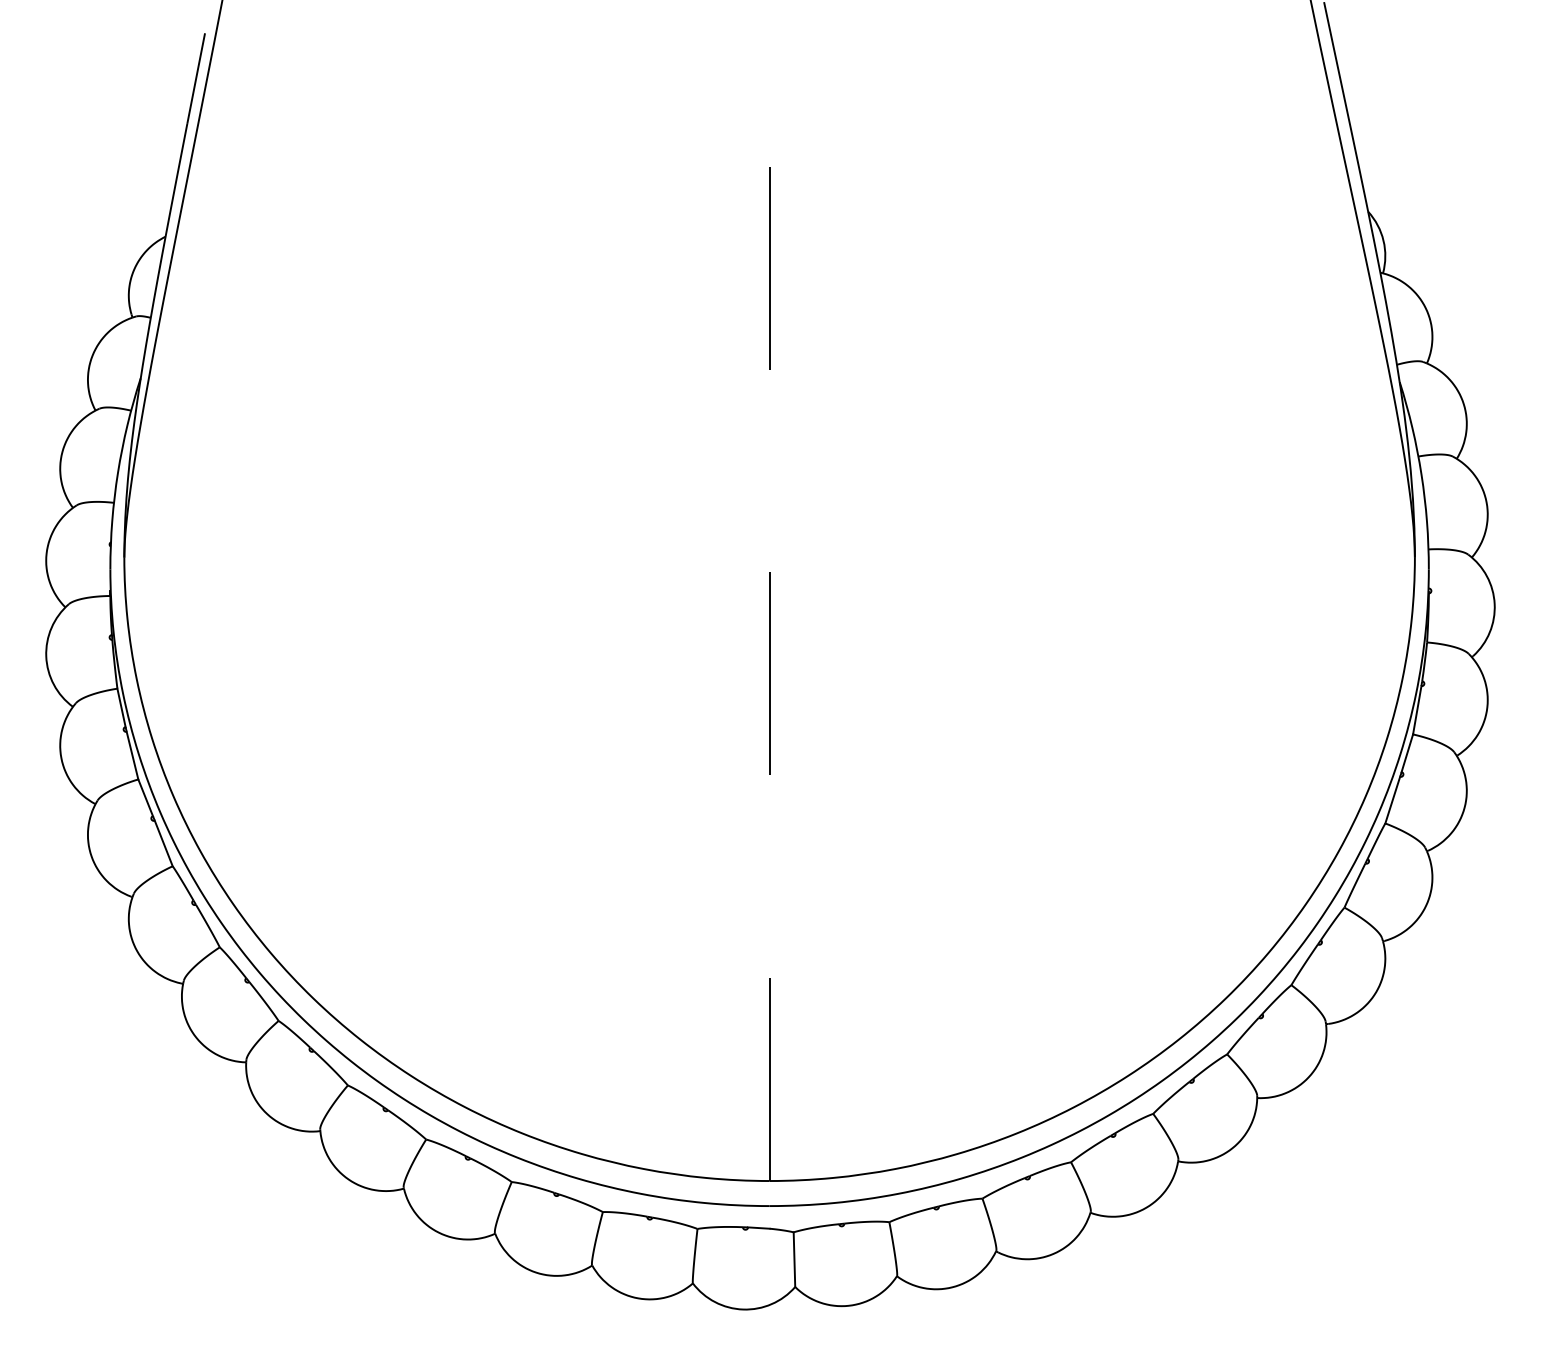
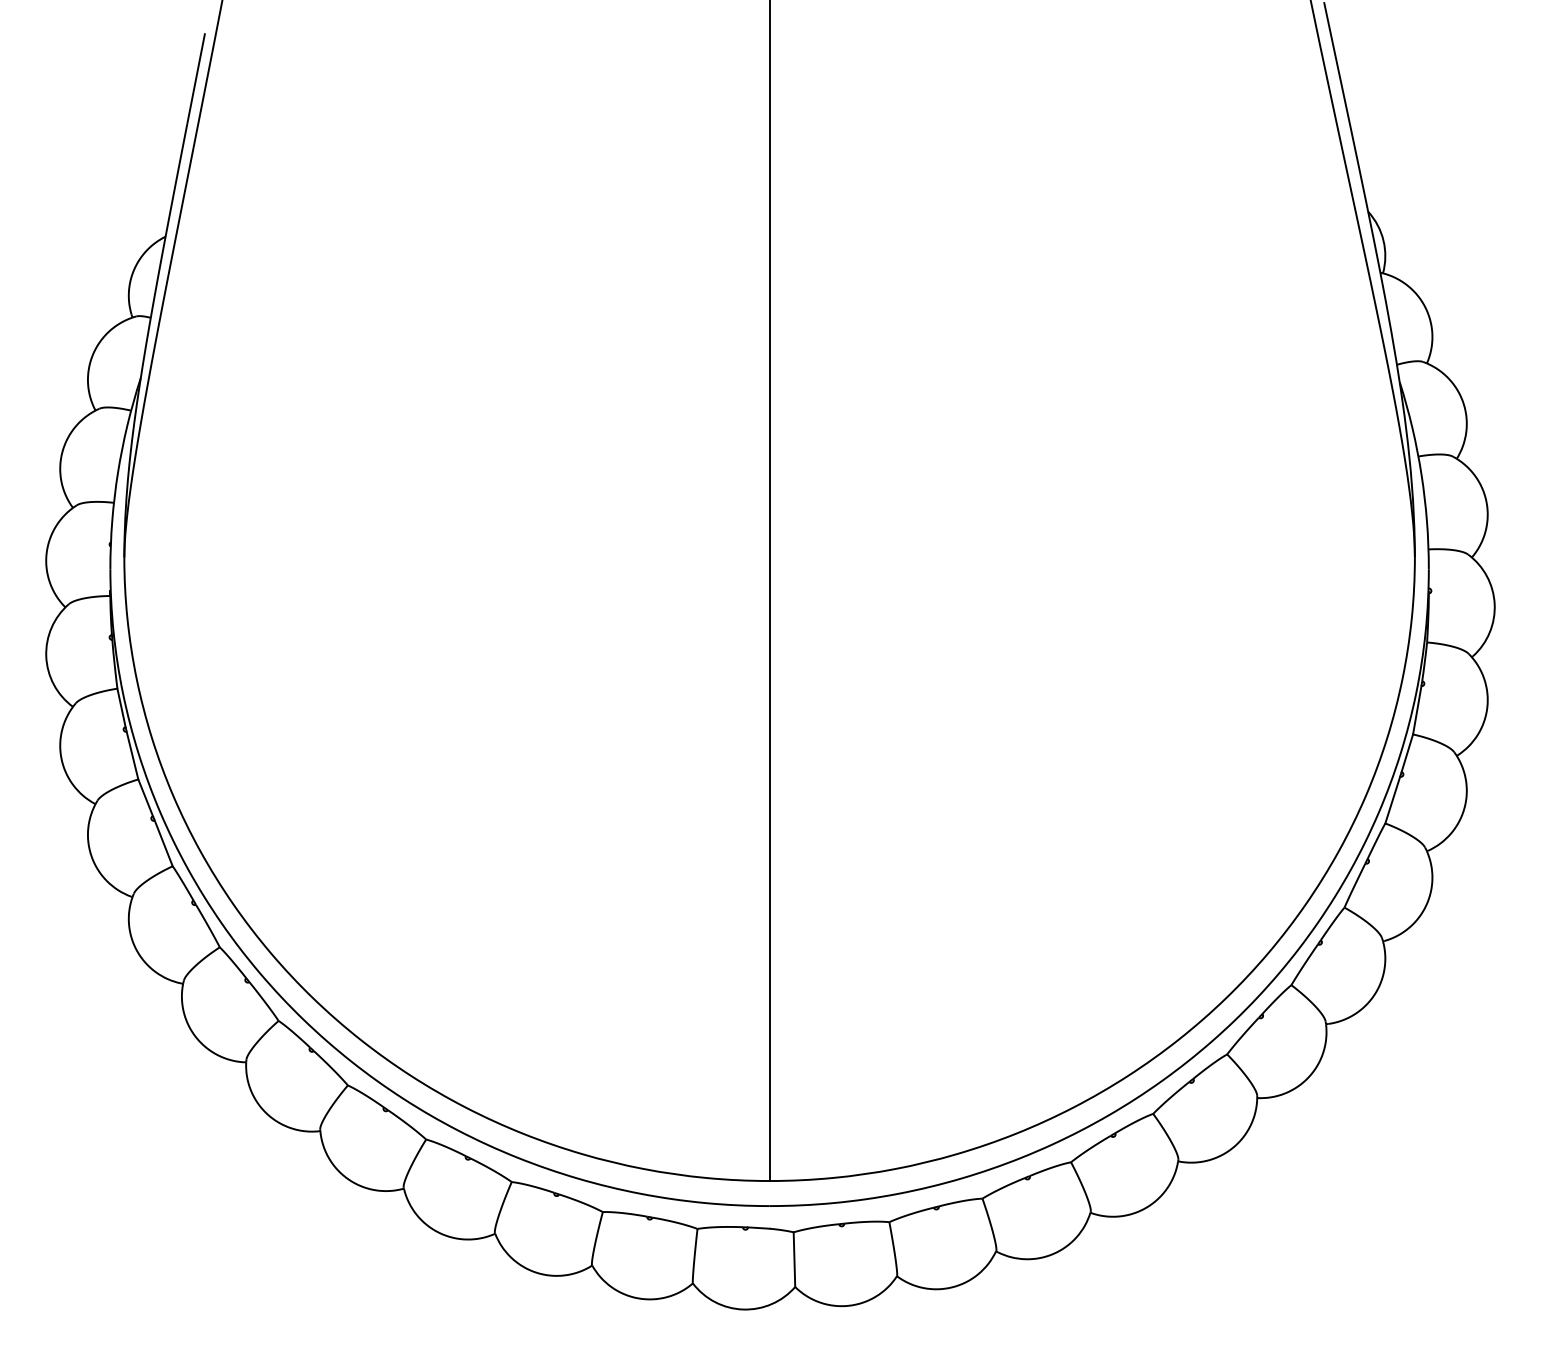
line at (769, 590): dashed -> solid
